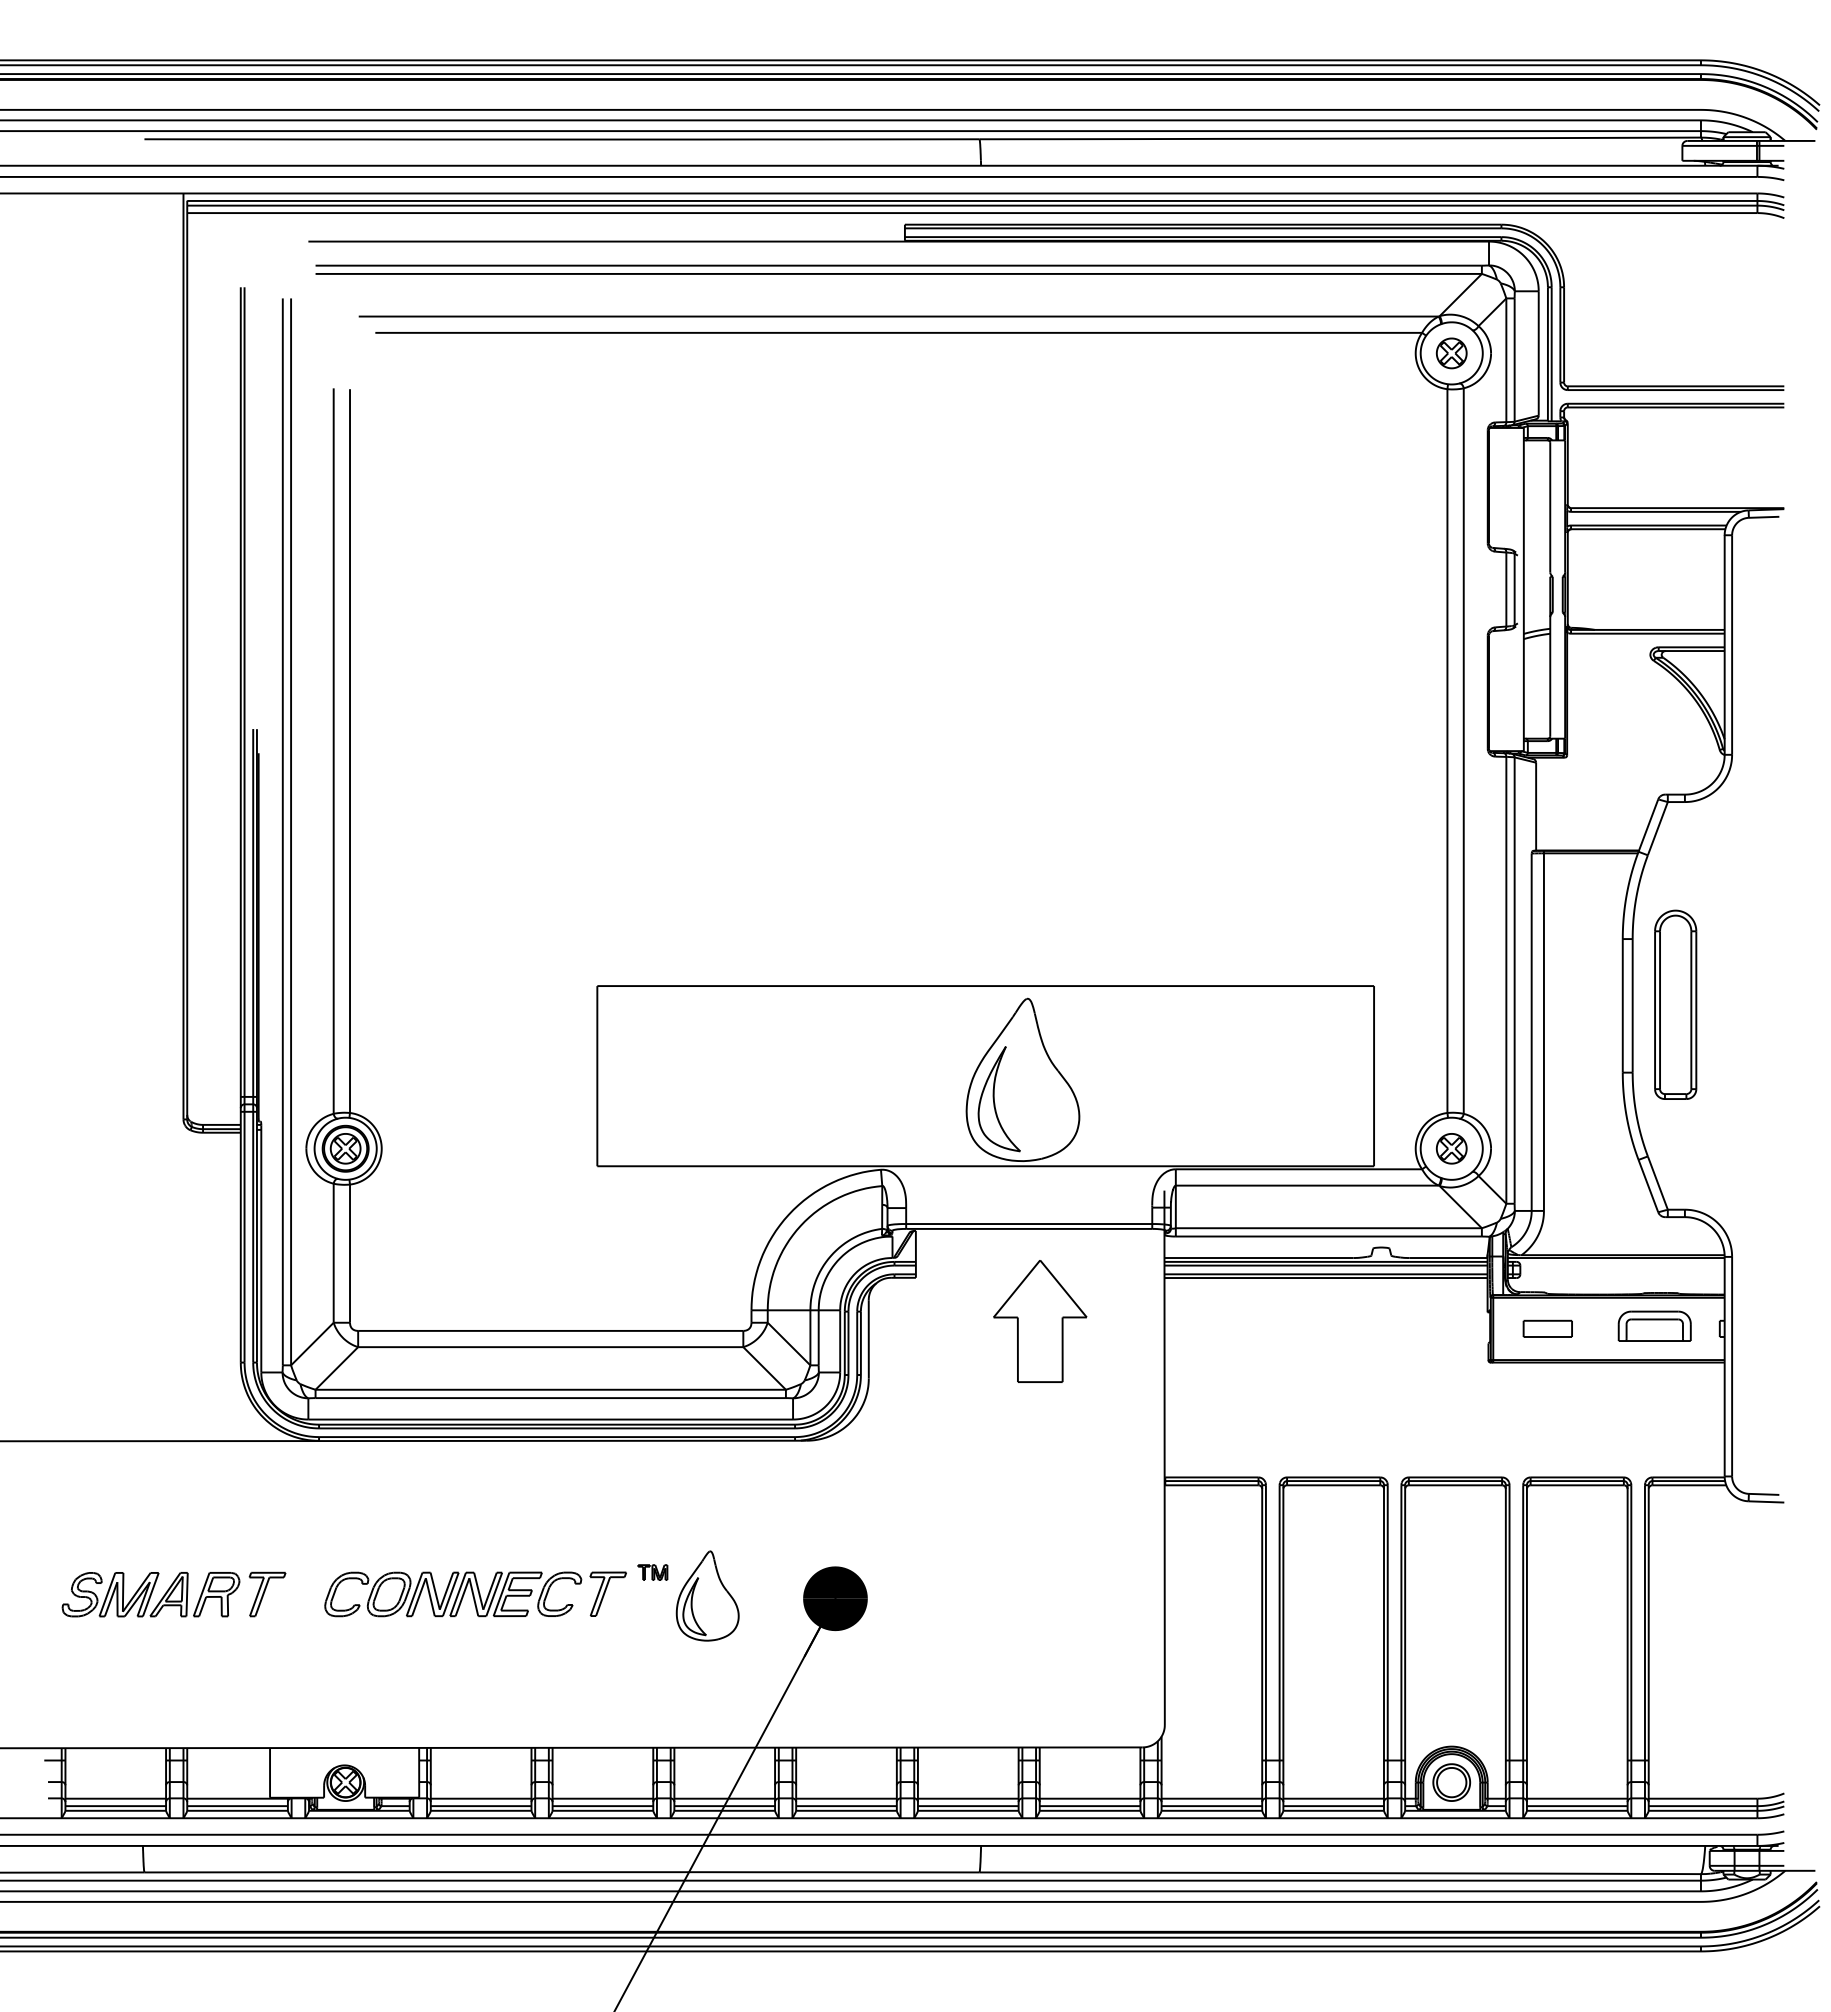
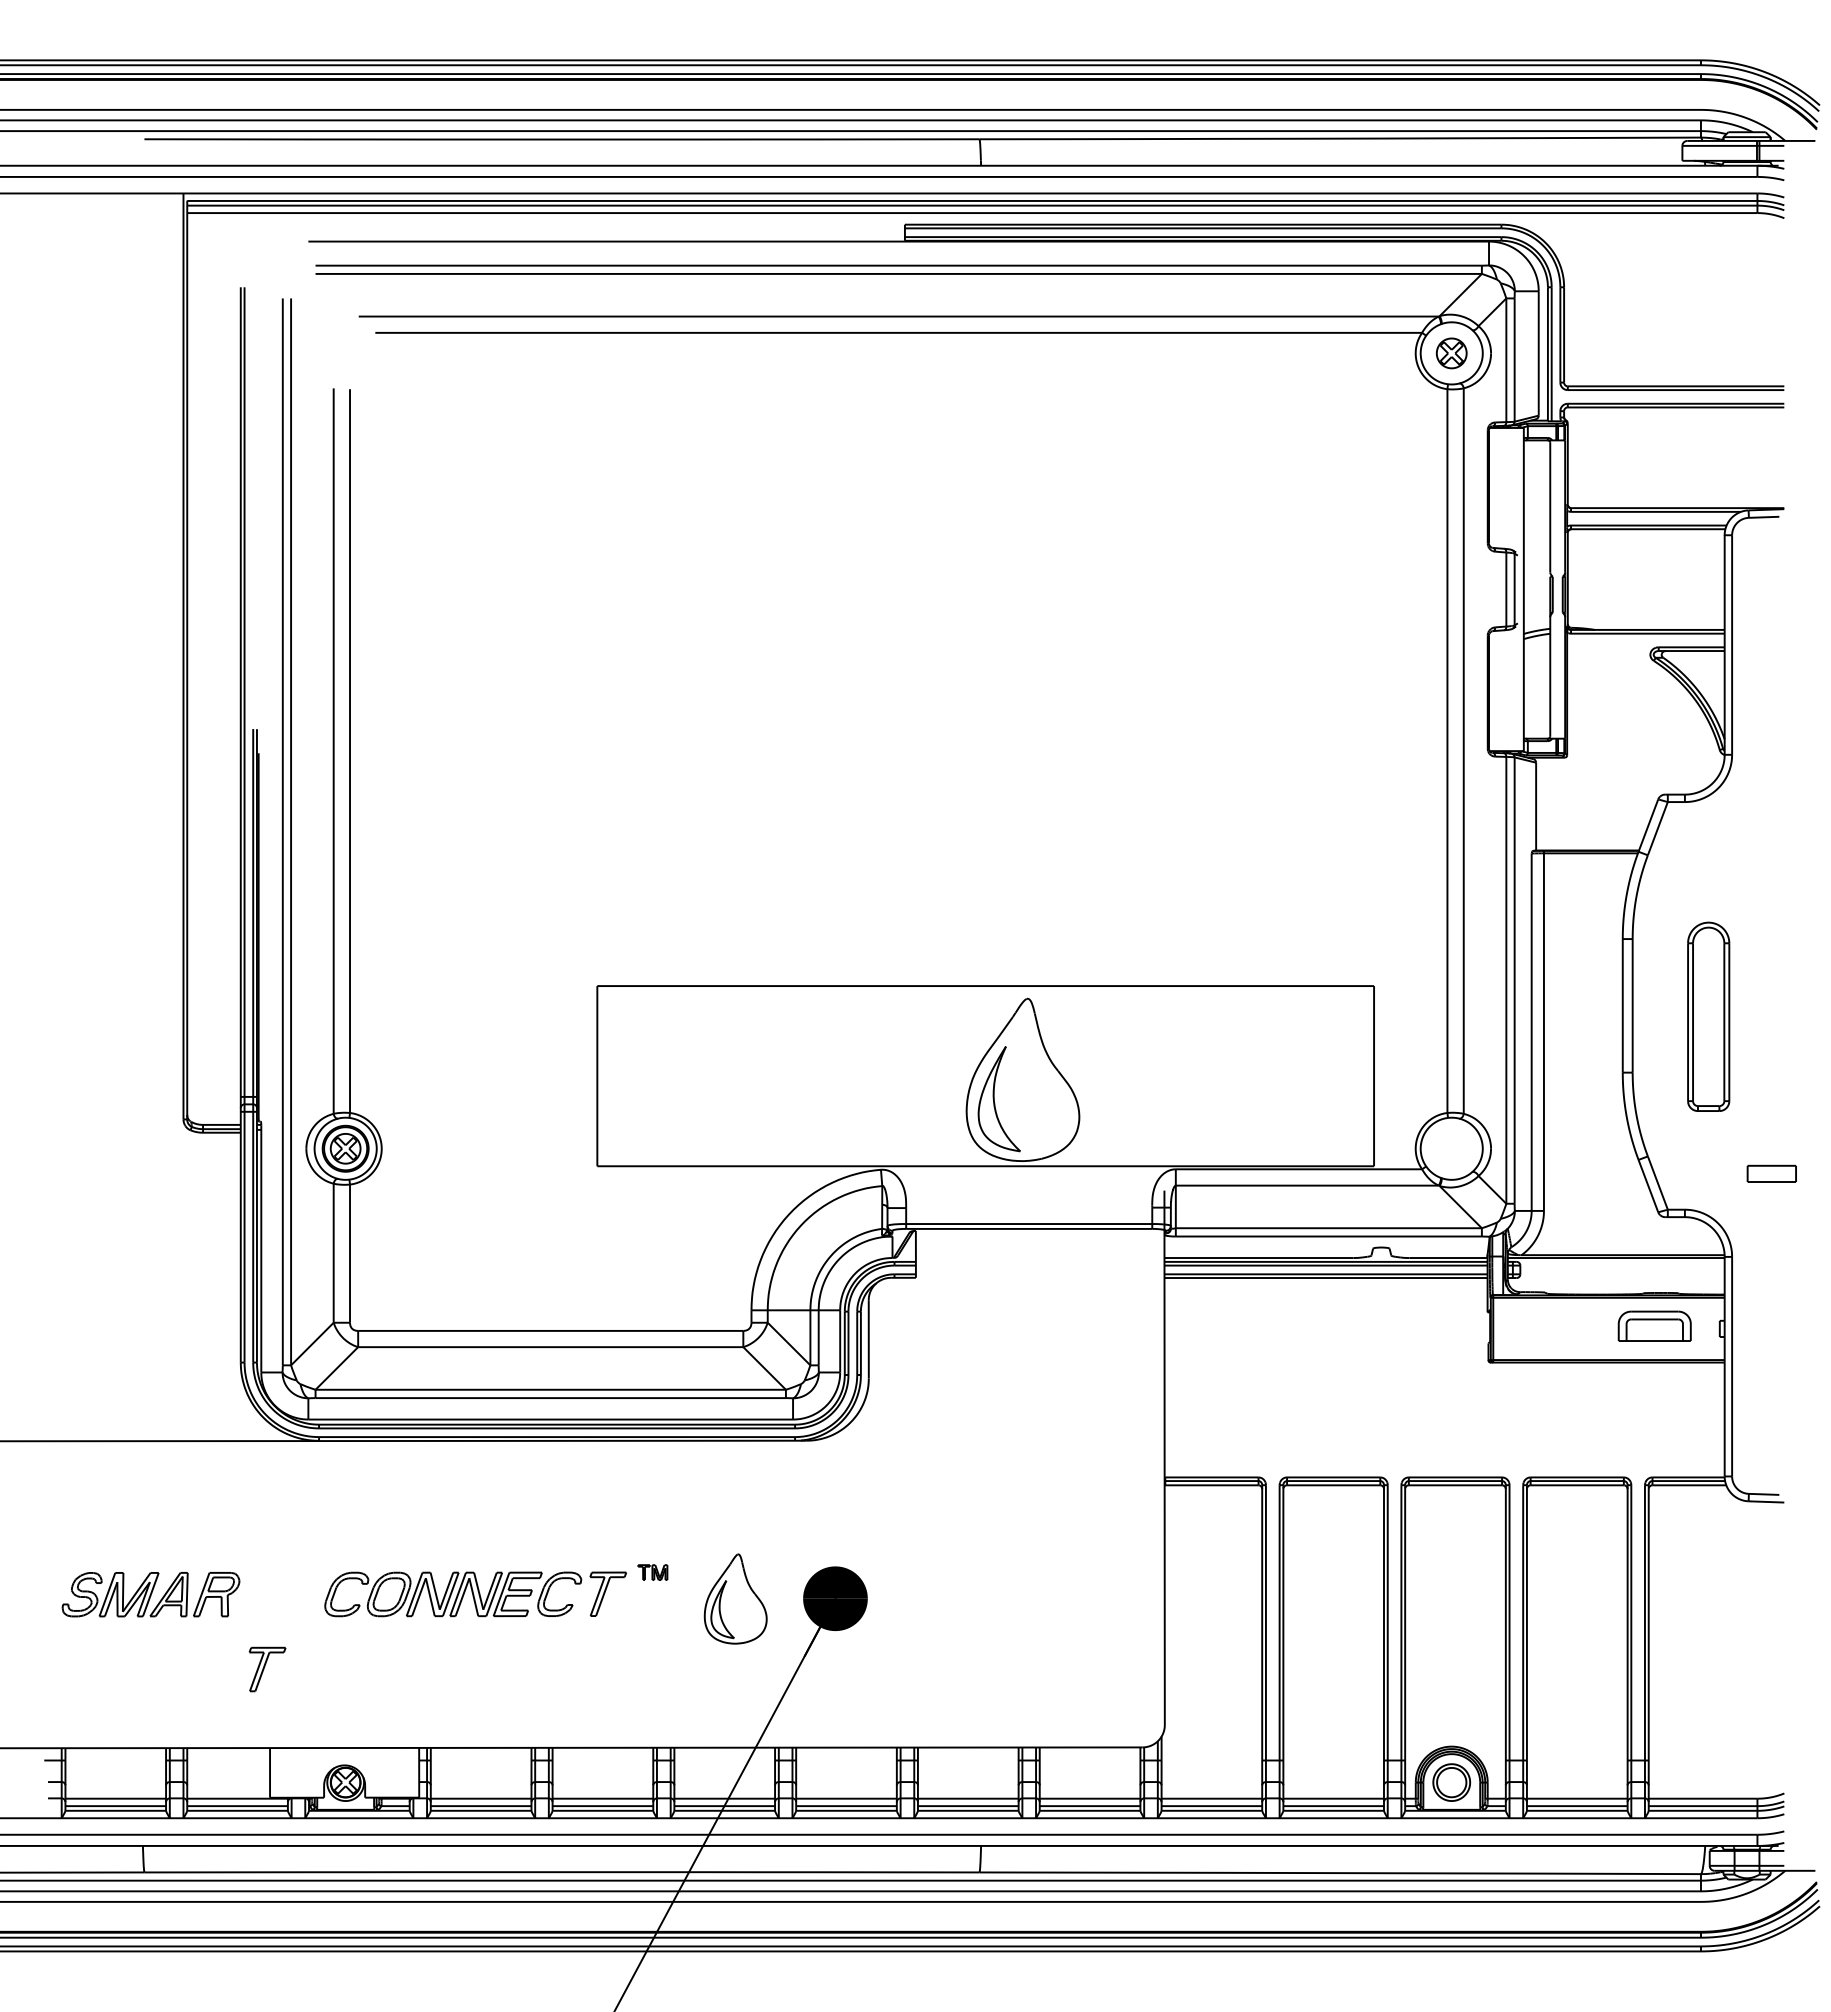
part at (1675, 1004) position: (1675, 1004) -> (1708, 1016)
part at (1451, 1148): present -> none
part at (1040, 1321): present -> none
part at (1547, 1328) position: (1547, 1328) -> (1771, 1173)
part at (267, 1594) position: (267, 1594) -> (267, 1669)
part at (707, 1595) position: (707, 1595) -> (735, 1598)
